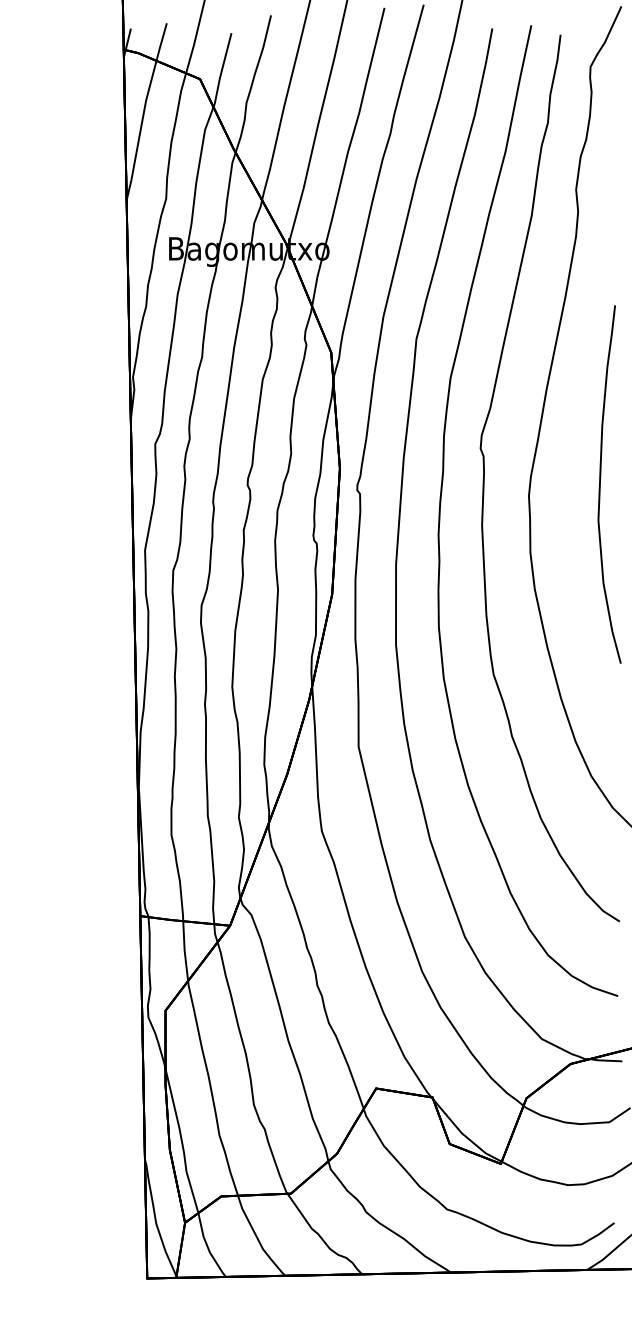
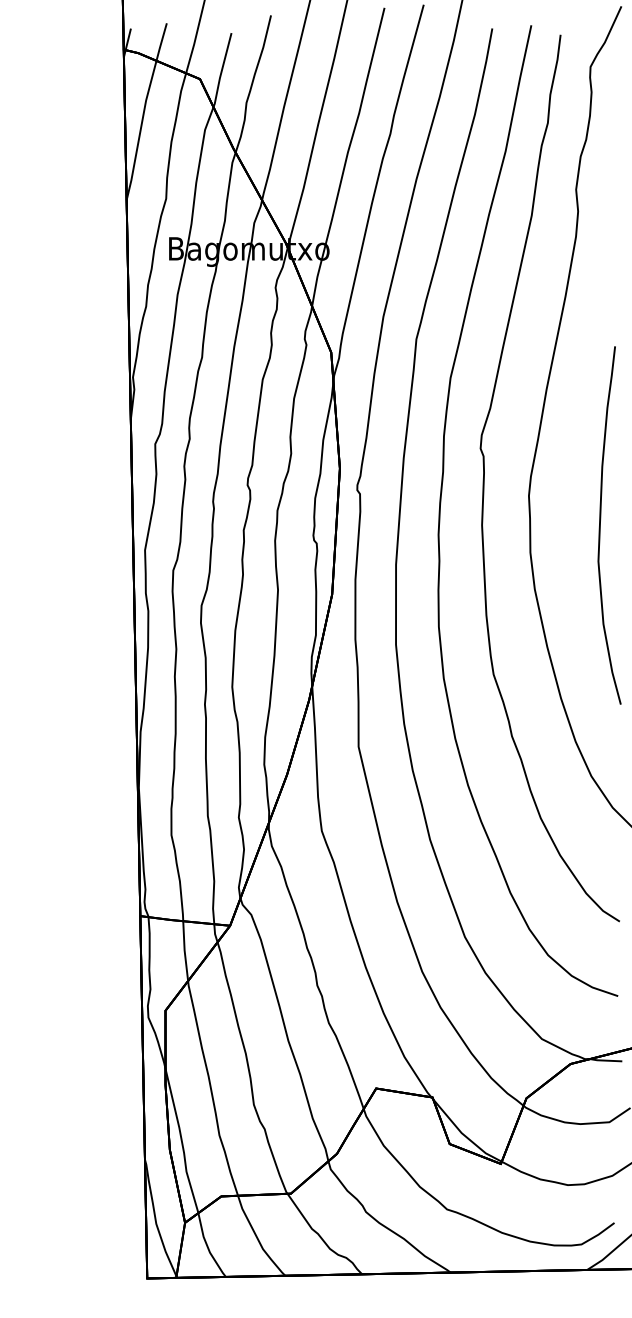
curve at (600, 484) position: (600, 484) -> (600, 525)
